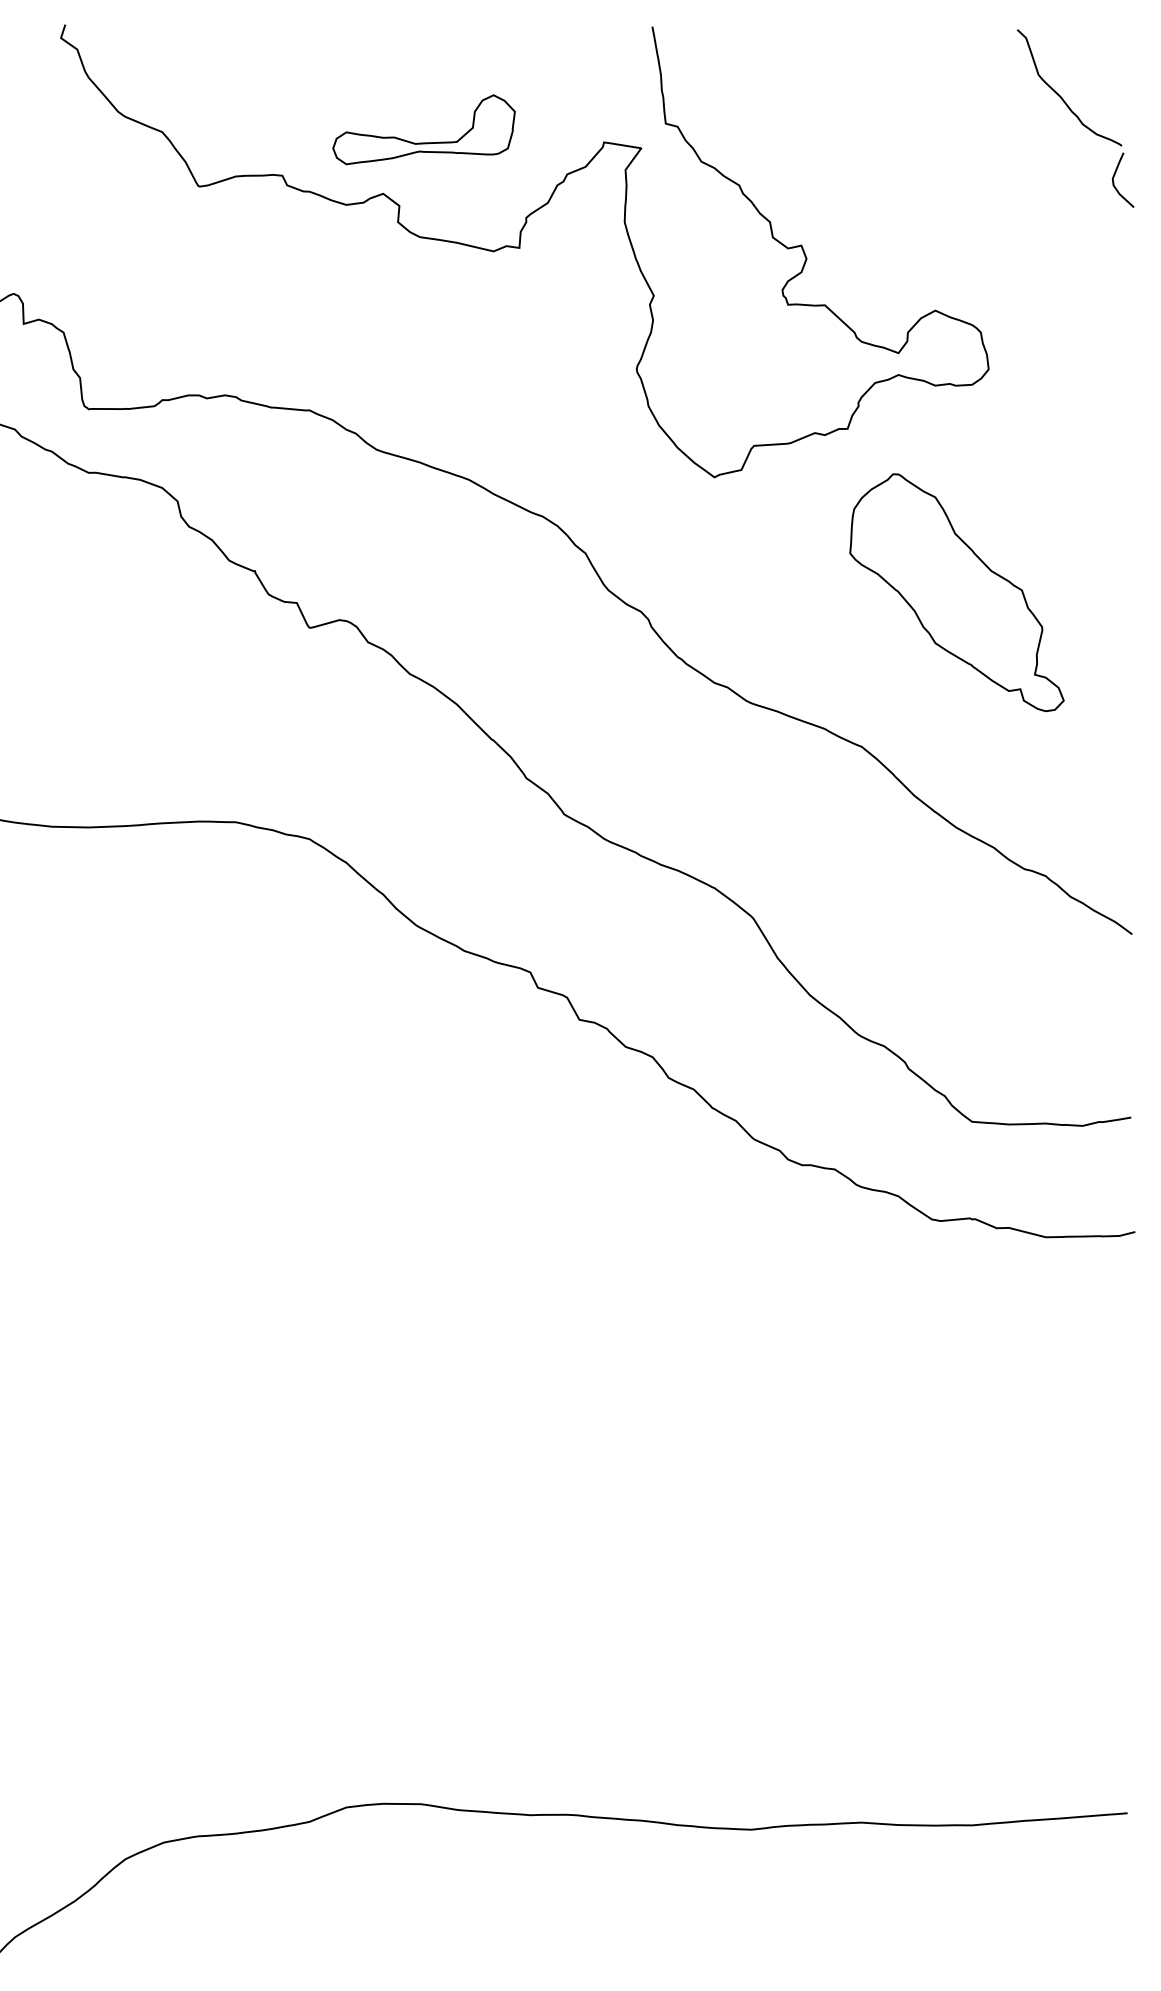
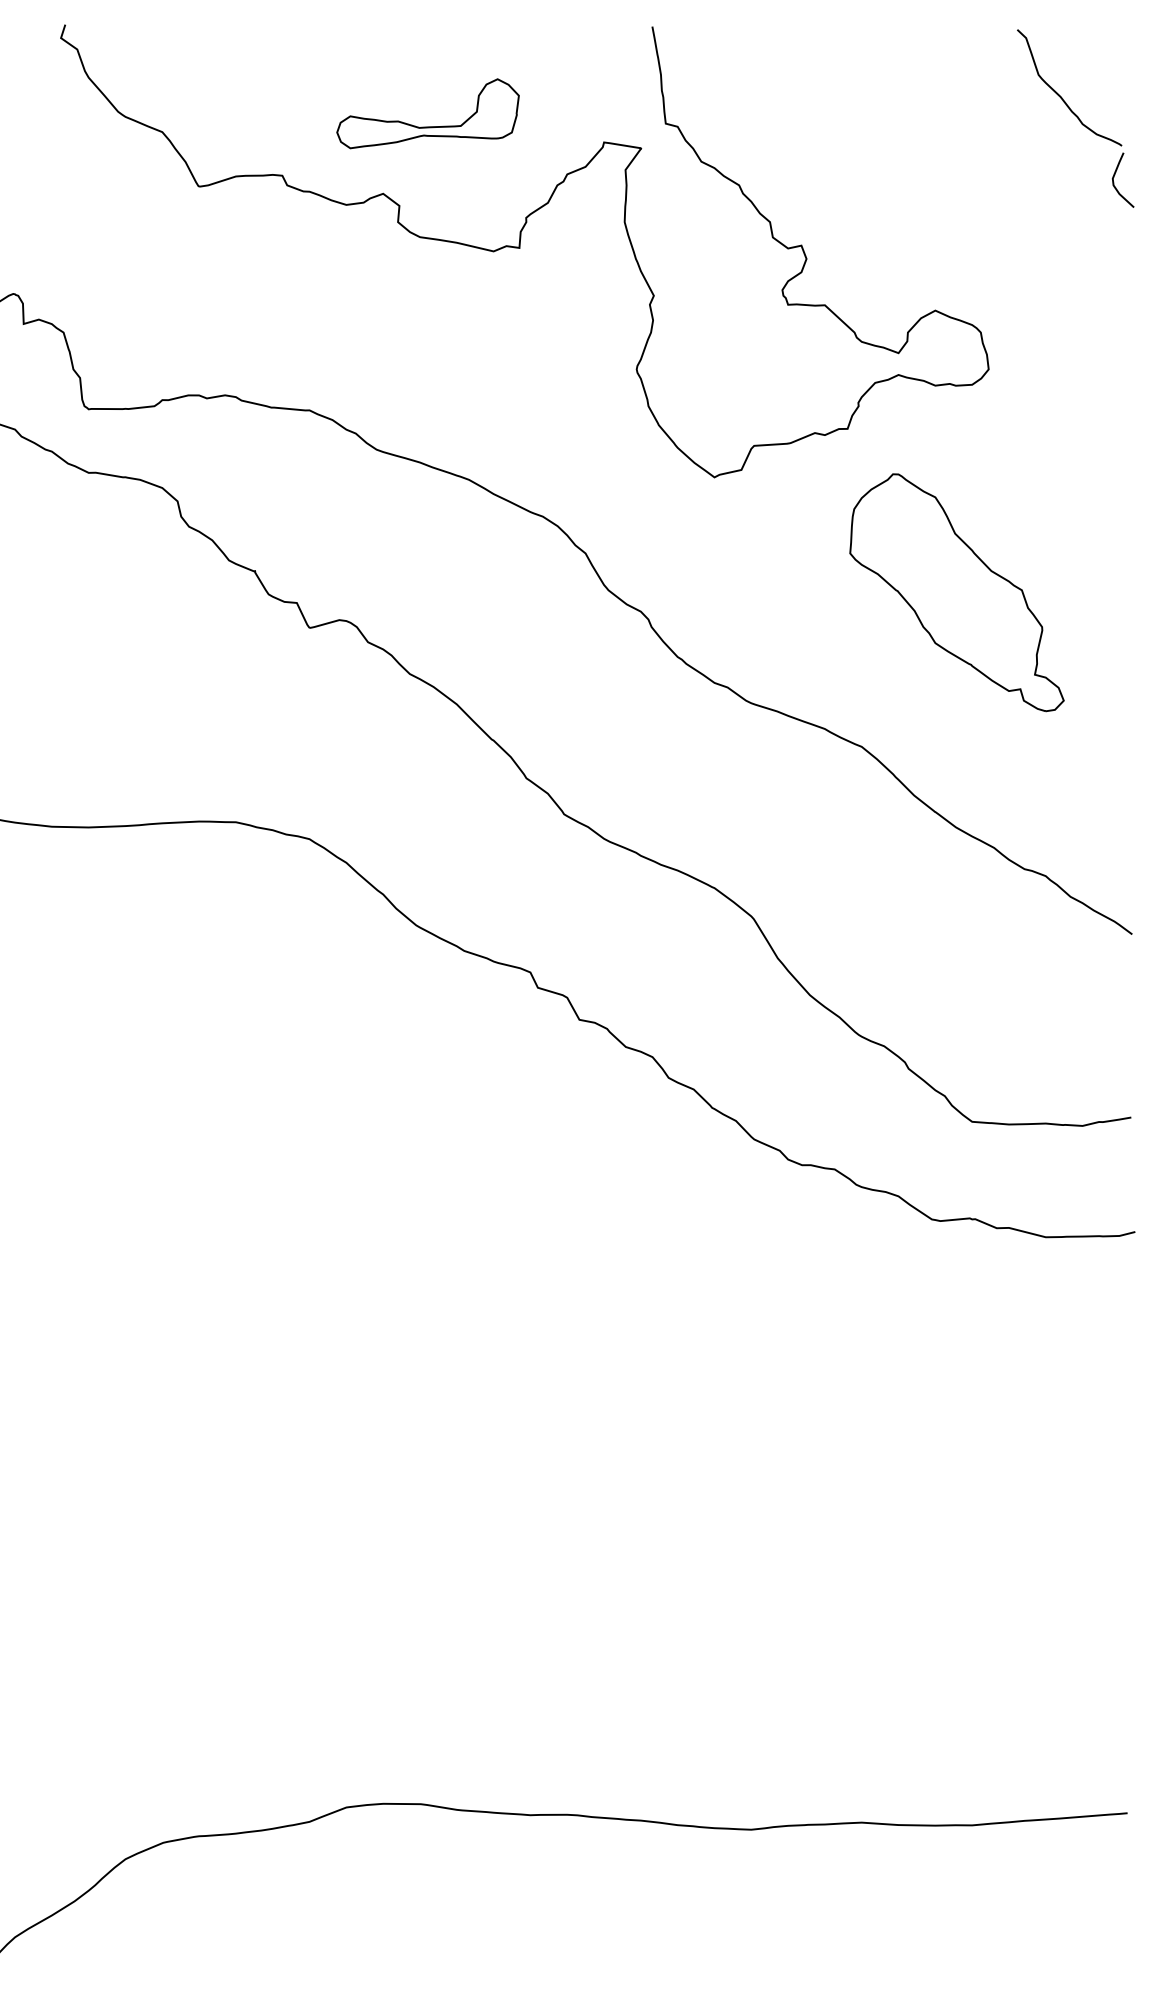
part at (423, 142) position: (423, 142) -> (427, 126)
